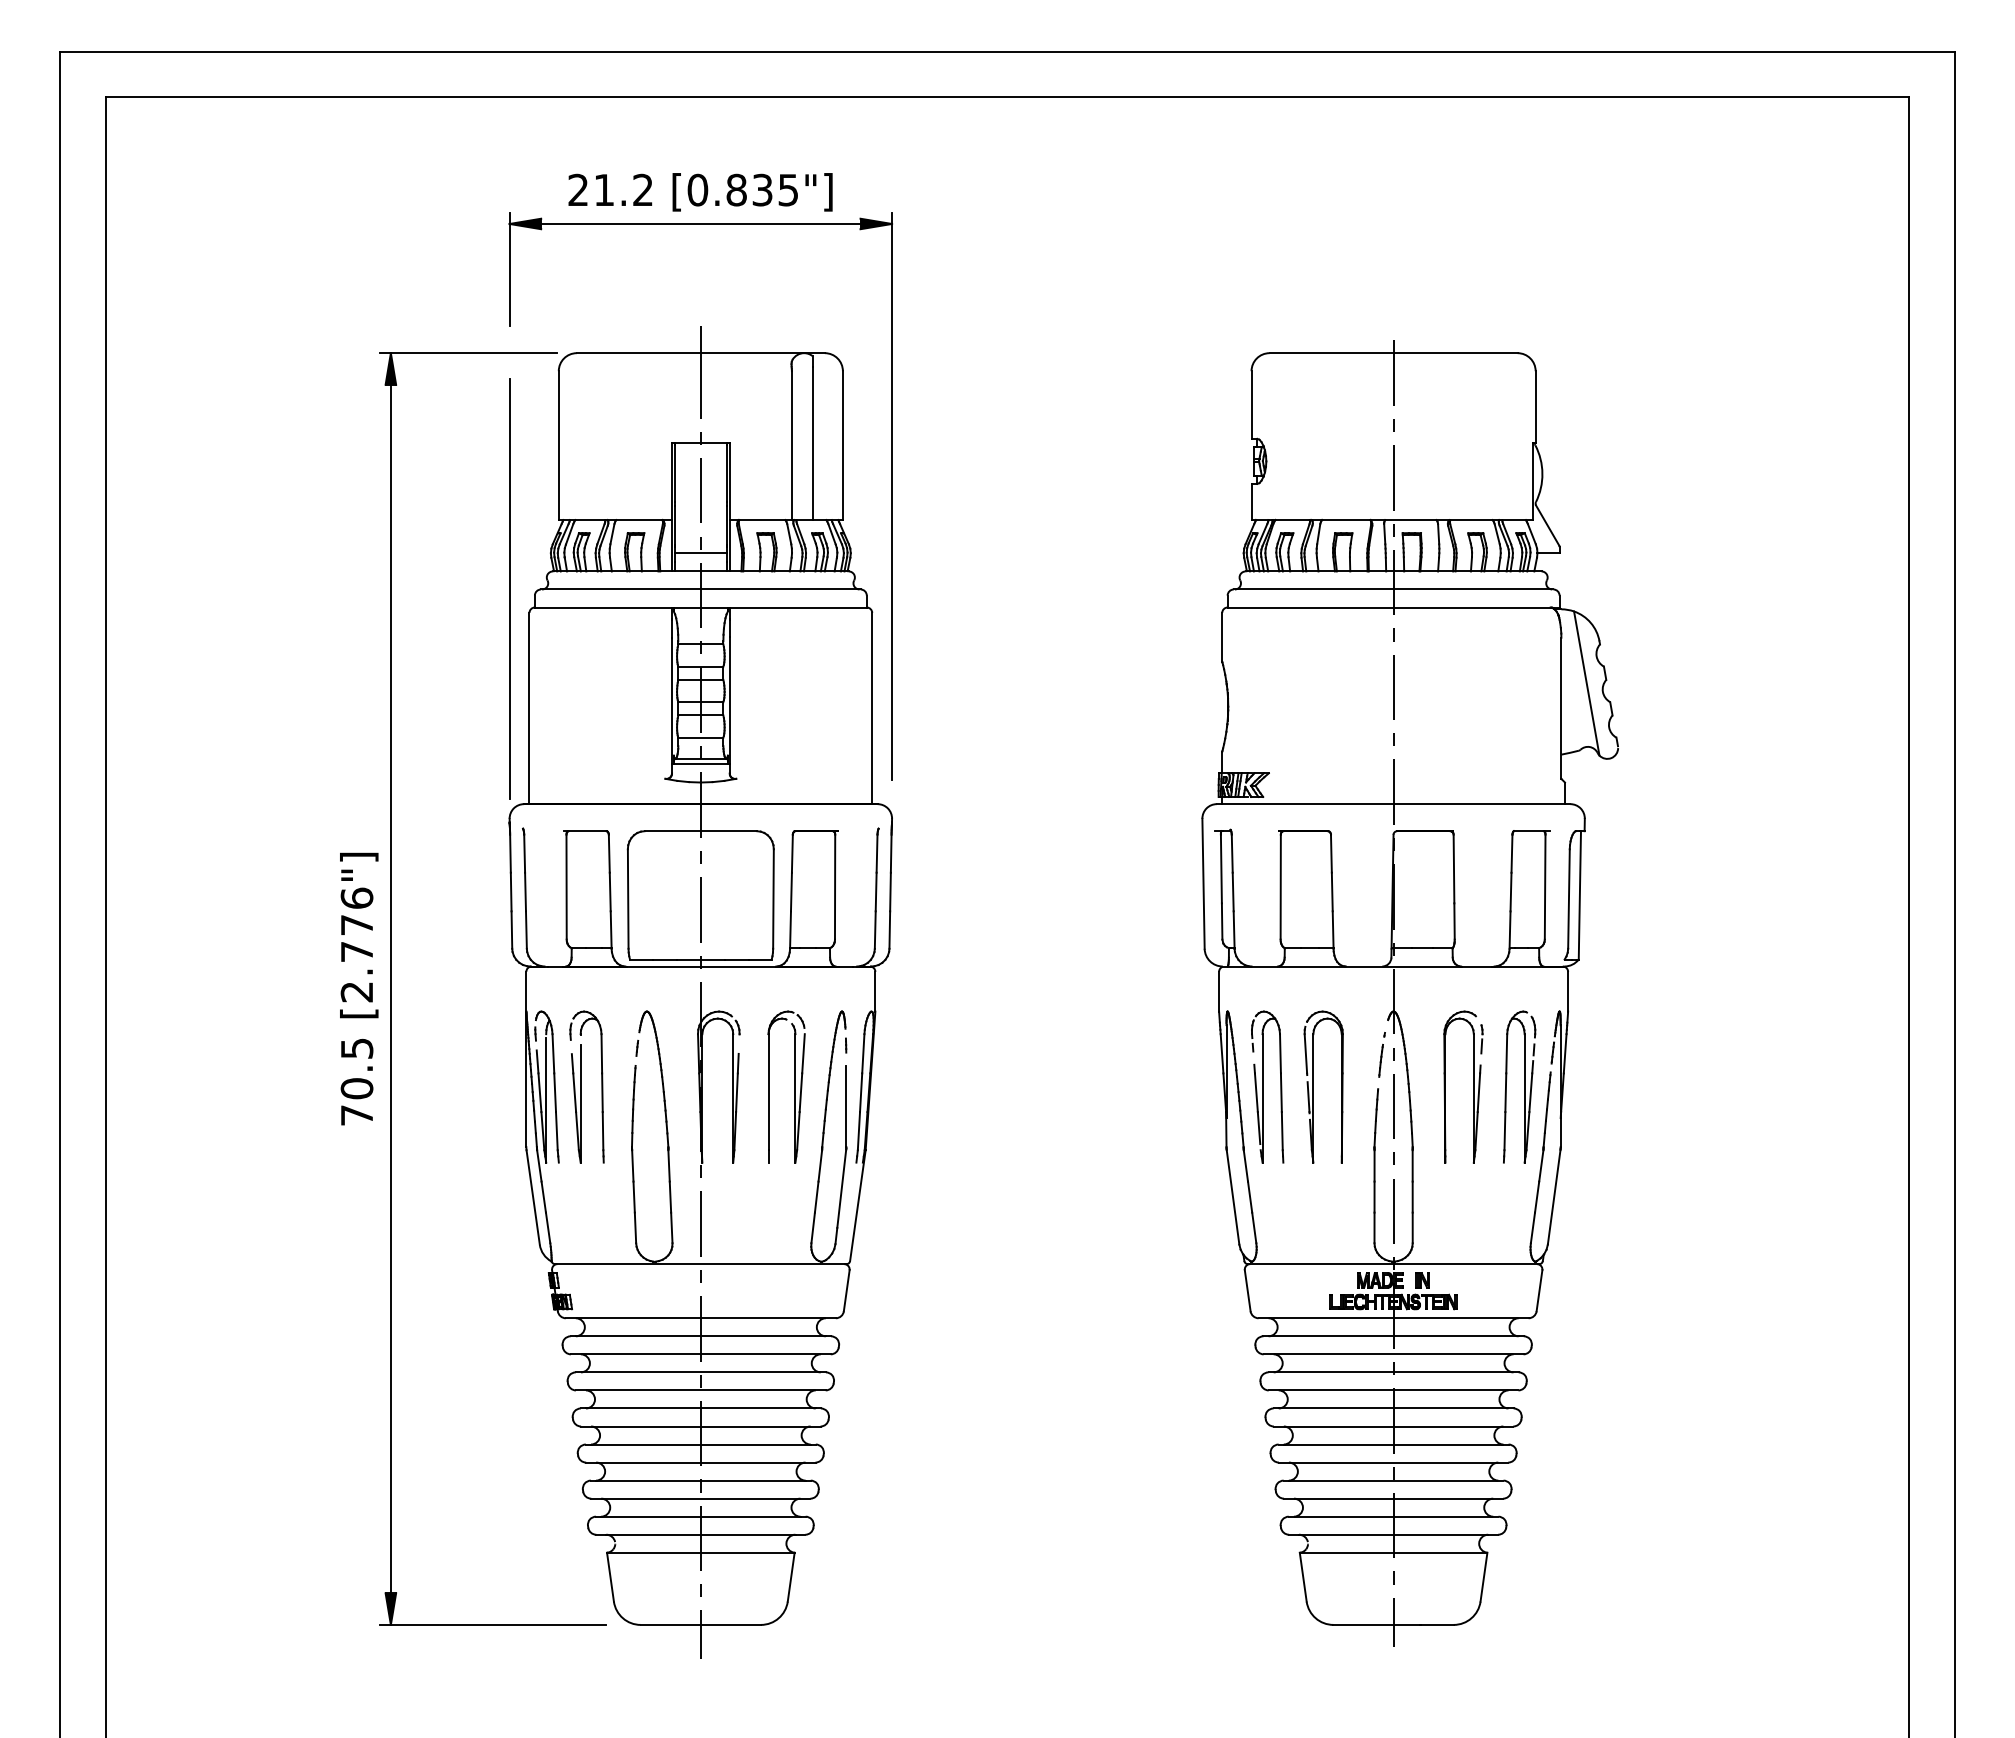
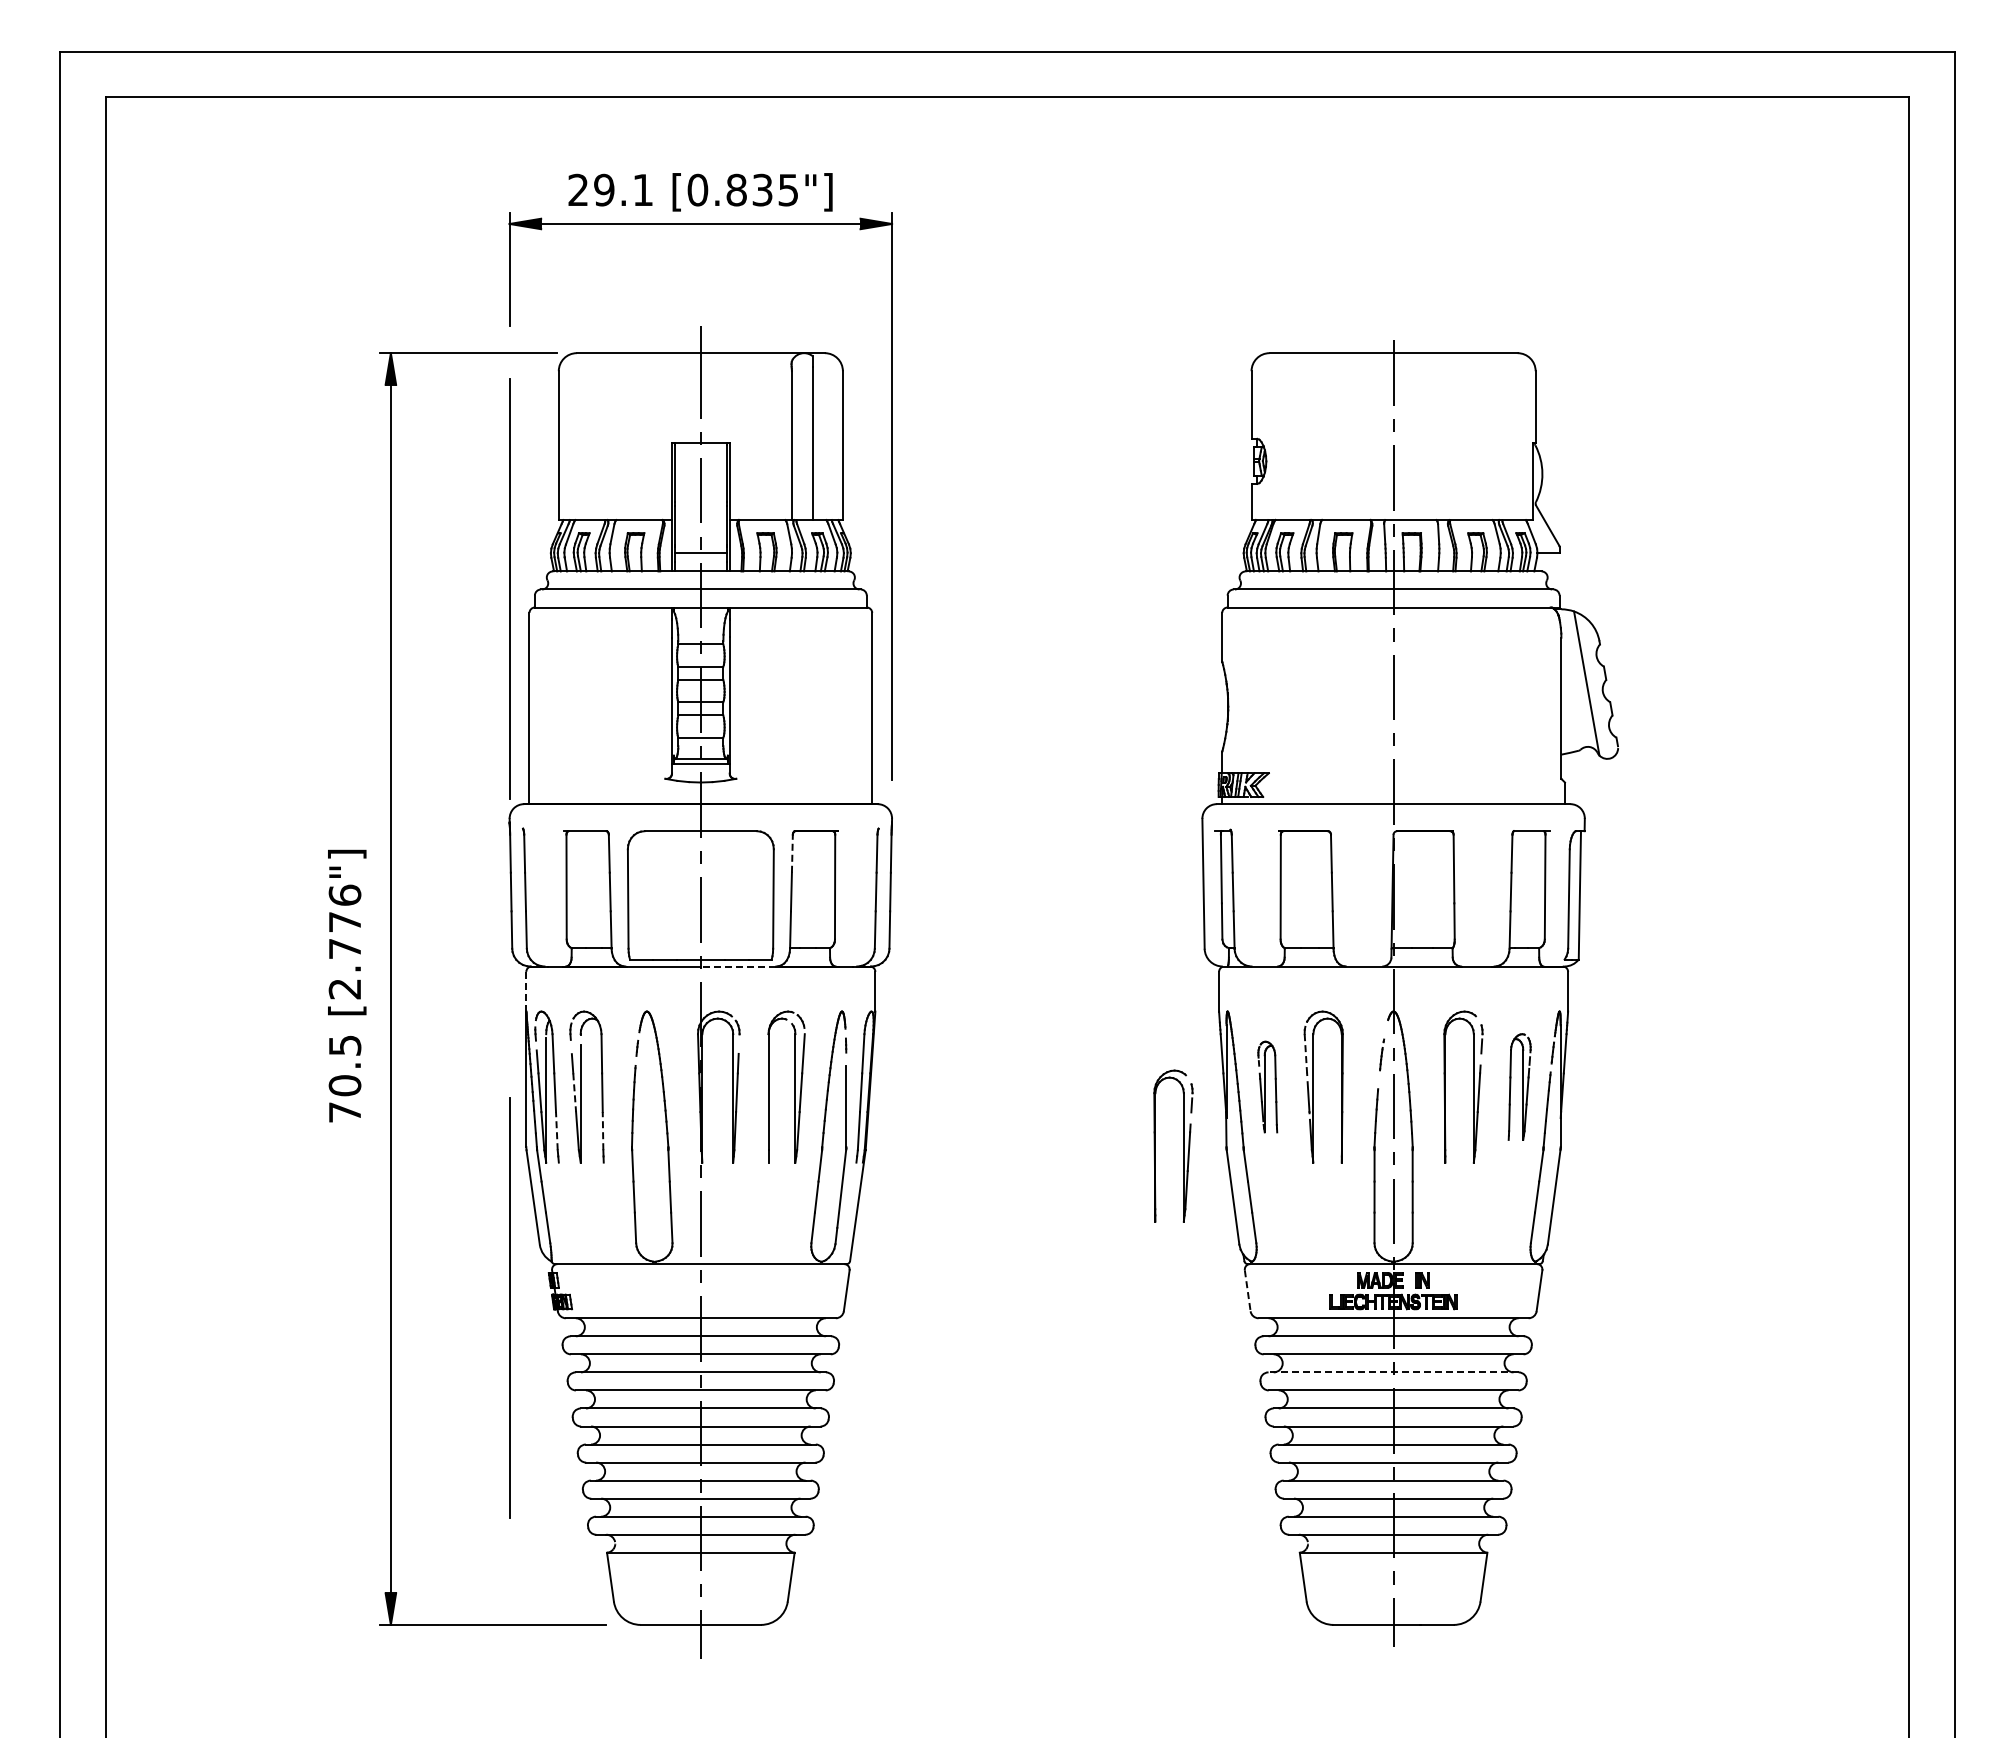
text at (623, 189): 21.2 -> 29.1
line at (792, 853): solid -> dashed
line at (738, 966): solid -> dashed
text at (359, 988) position: (359, 988) -> (347, 985)
line at (526, 991): solid -> dashed
line at (1305, 1053): solid -> dashed
part at (1381, 1054) size: 8x46 px -> 6x34 px
part at (1267, 1086) size: 34x154 px -> 22x94 px
part at (1519, 1086) size: 34x154 px -> 25x108 px
line at (574, 1093): solid -> dashed
line at (556, 1130): solid -> dashed
line at (603, 1130): solid -> dashed
part at (1183, 1145): none -> present
line at (1247, 1290): solid -> dashed
line at (509, 1307): none -> present
line at (1393, 1372): solid -> dashed
